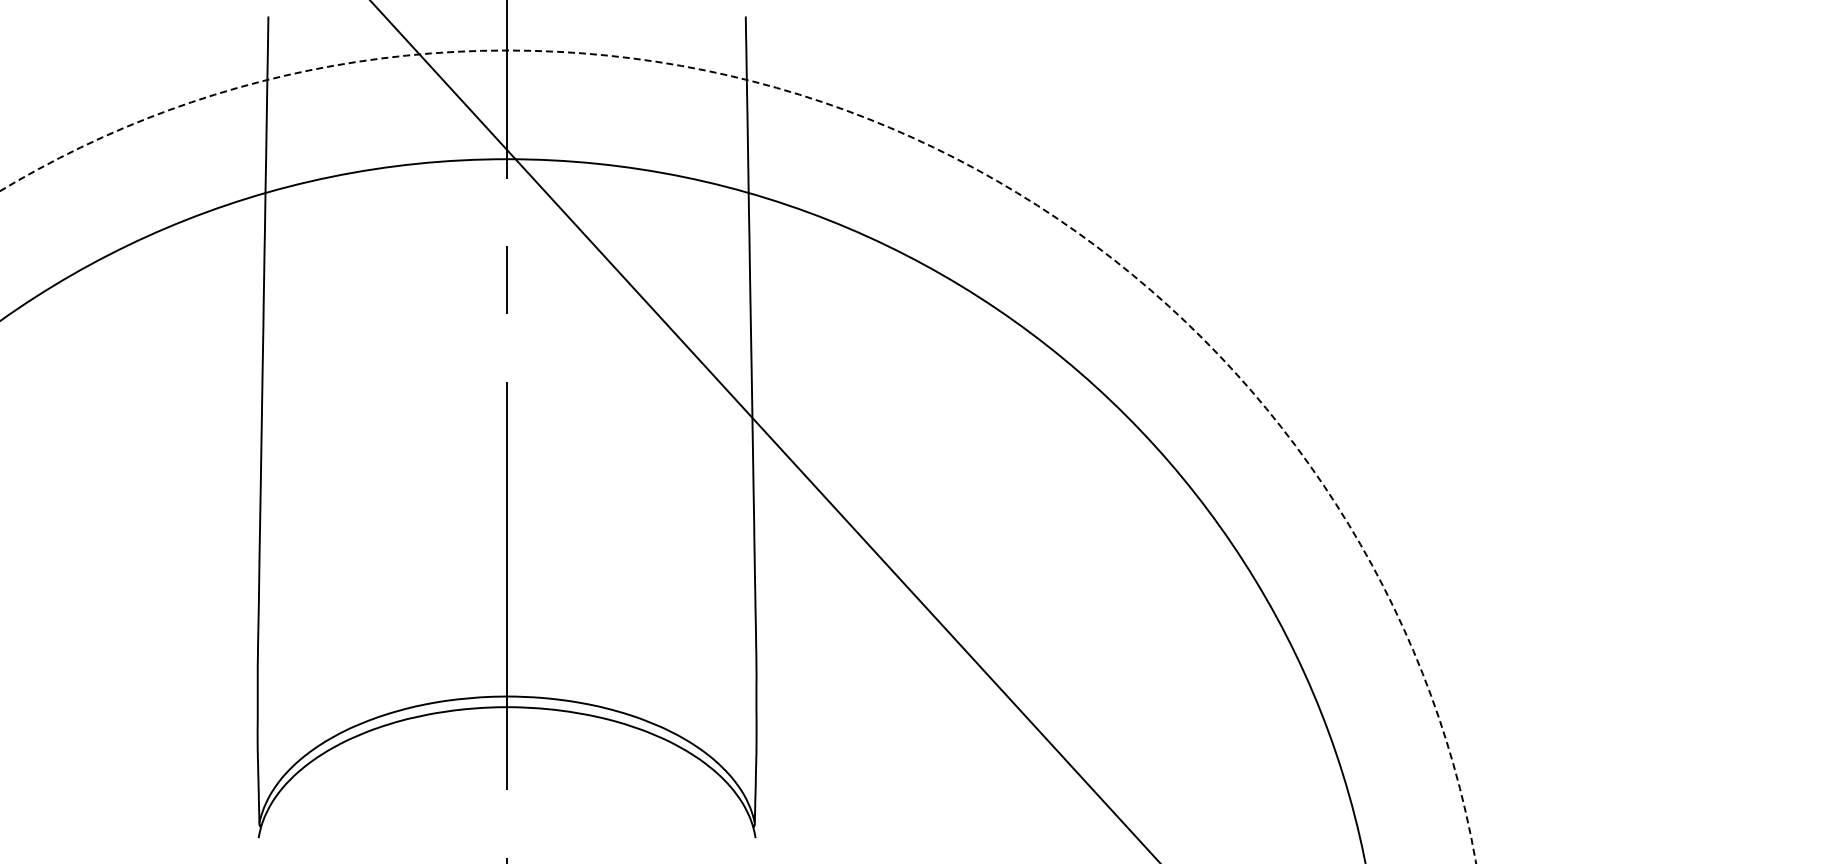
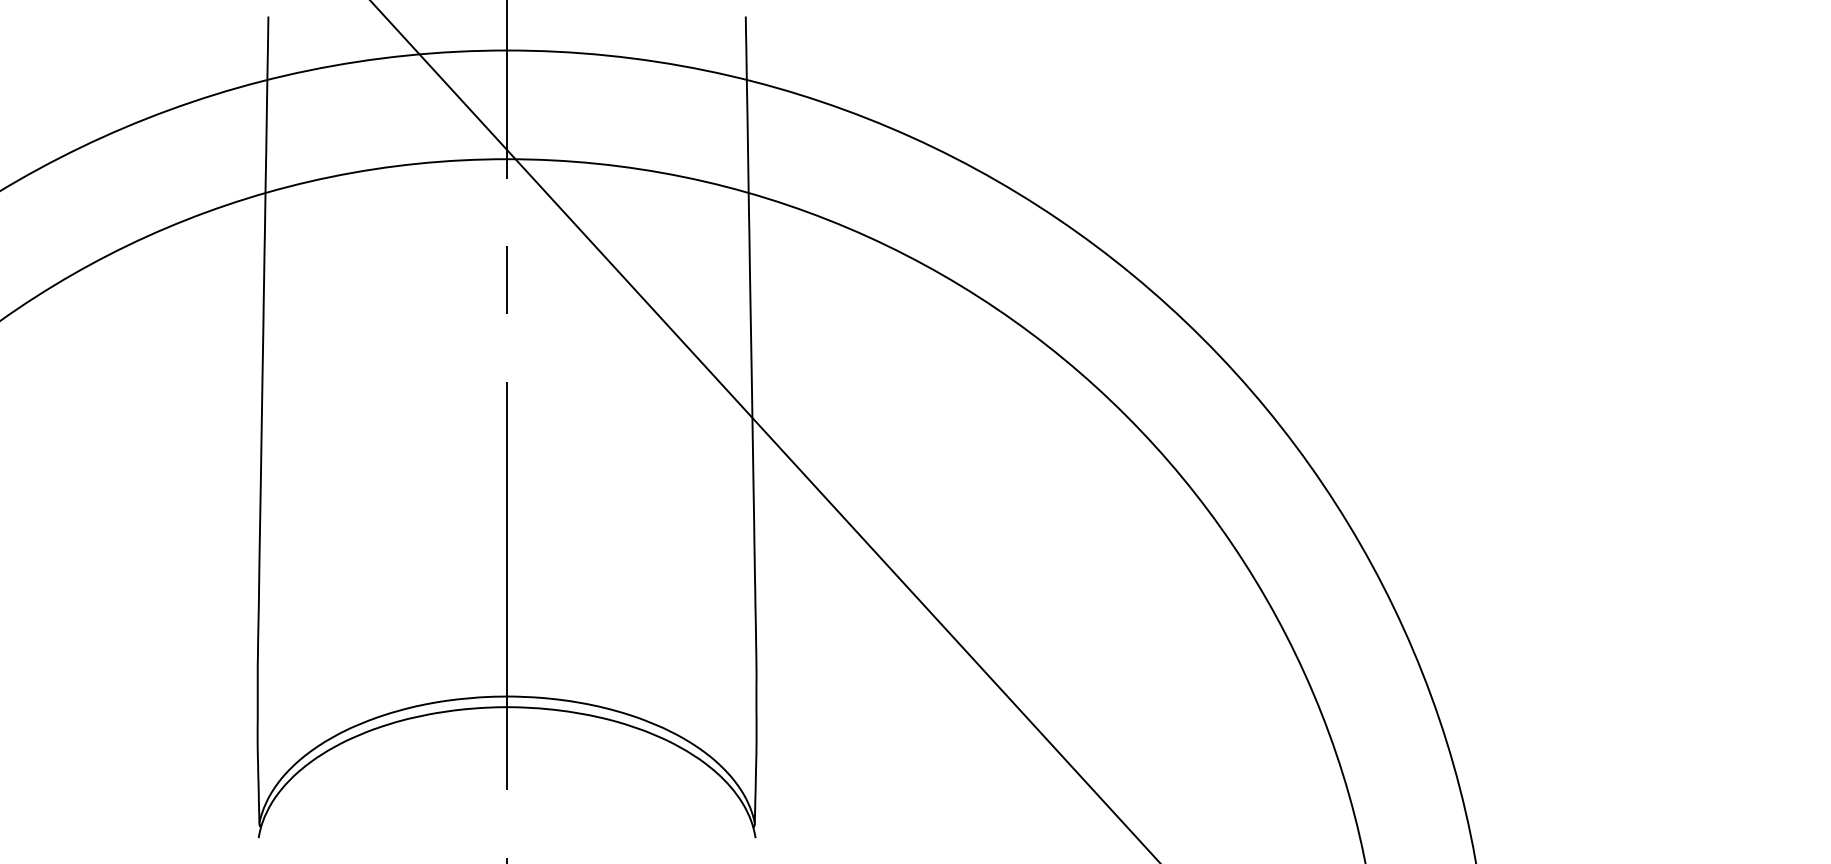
circle at (738, 456): dashed -> solid
